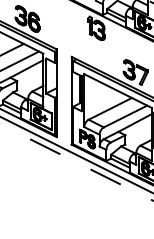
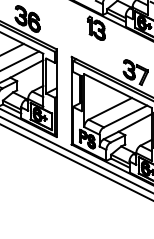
line at (77, 163): dashed -> solid
